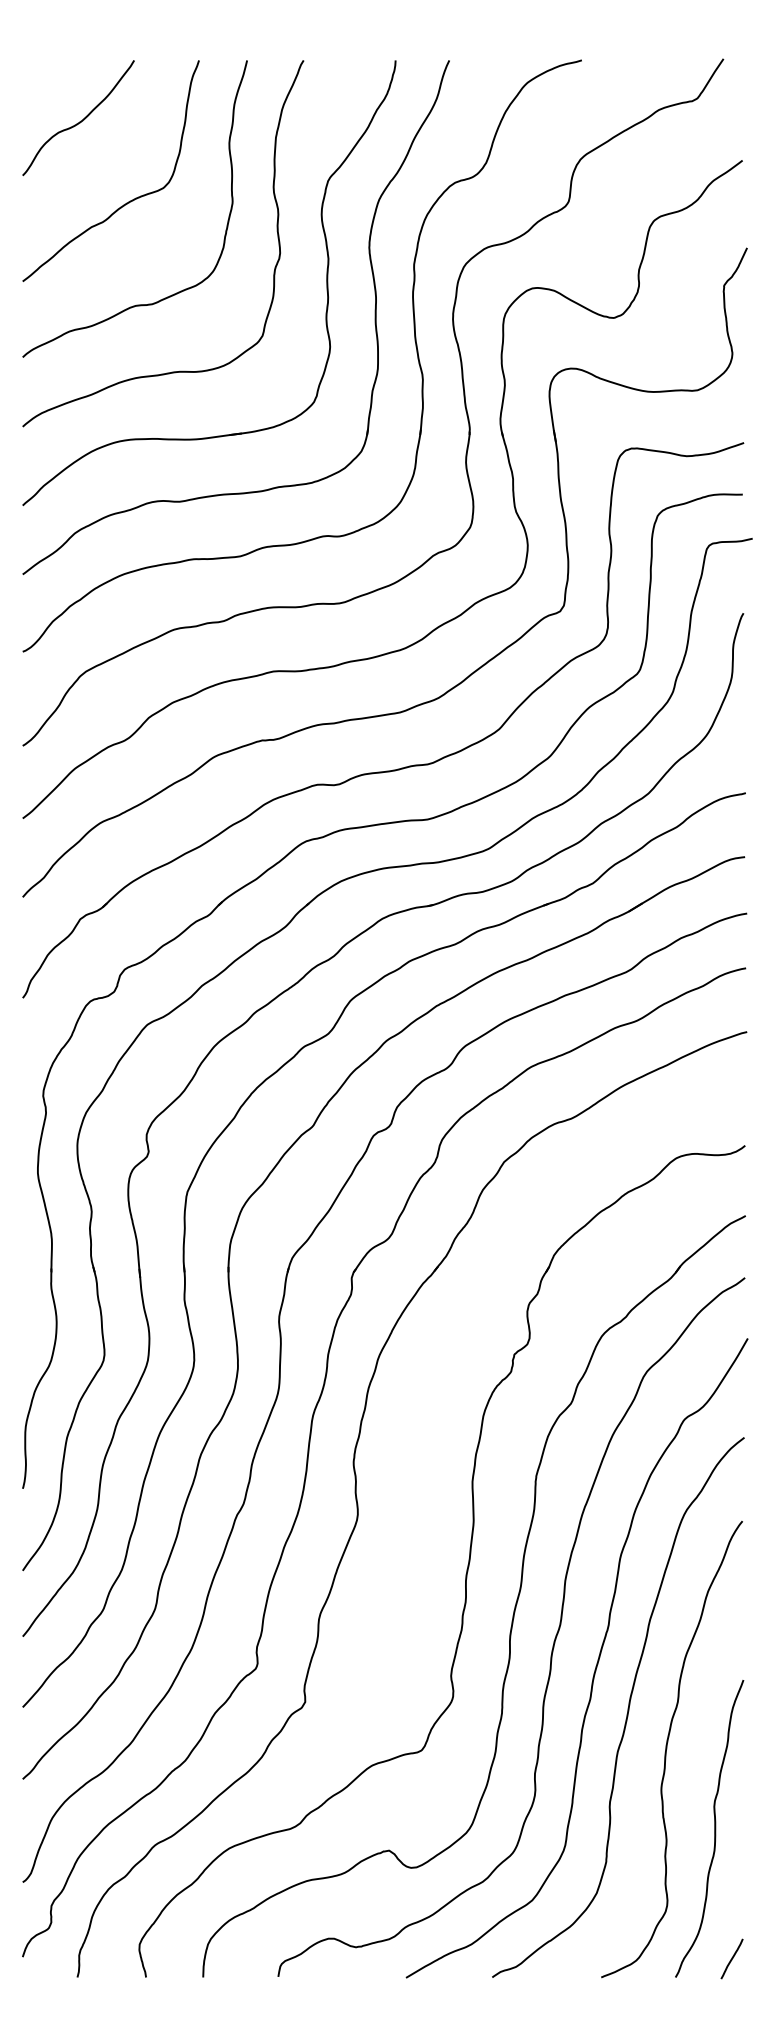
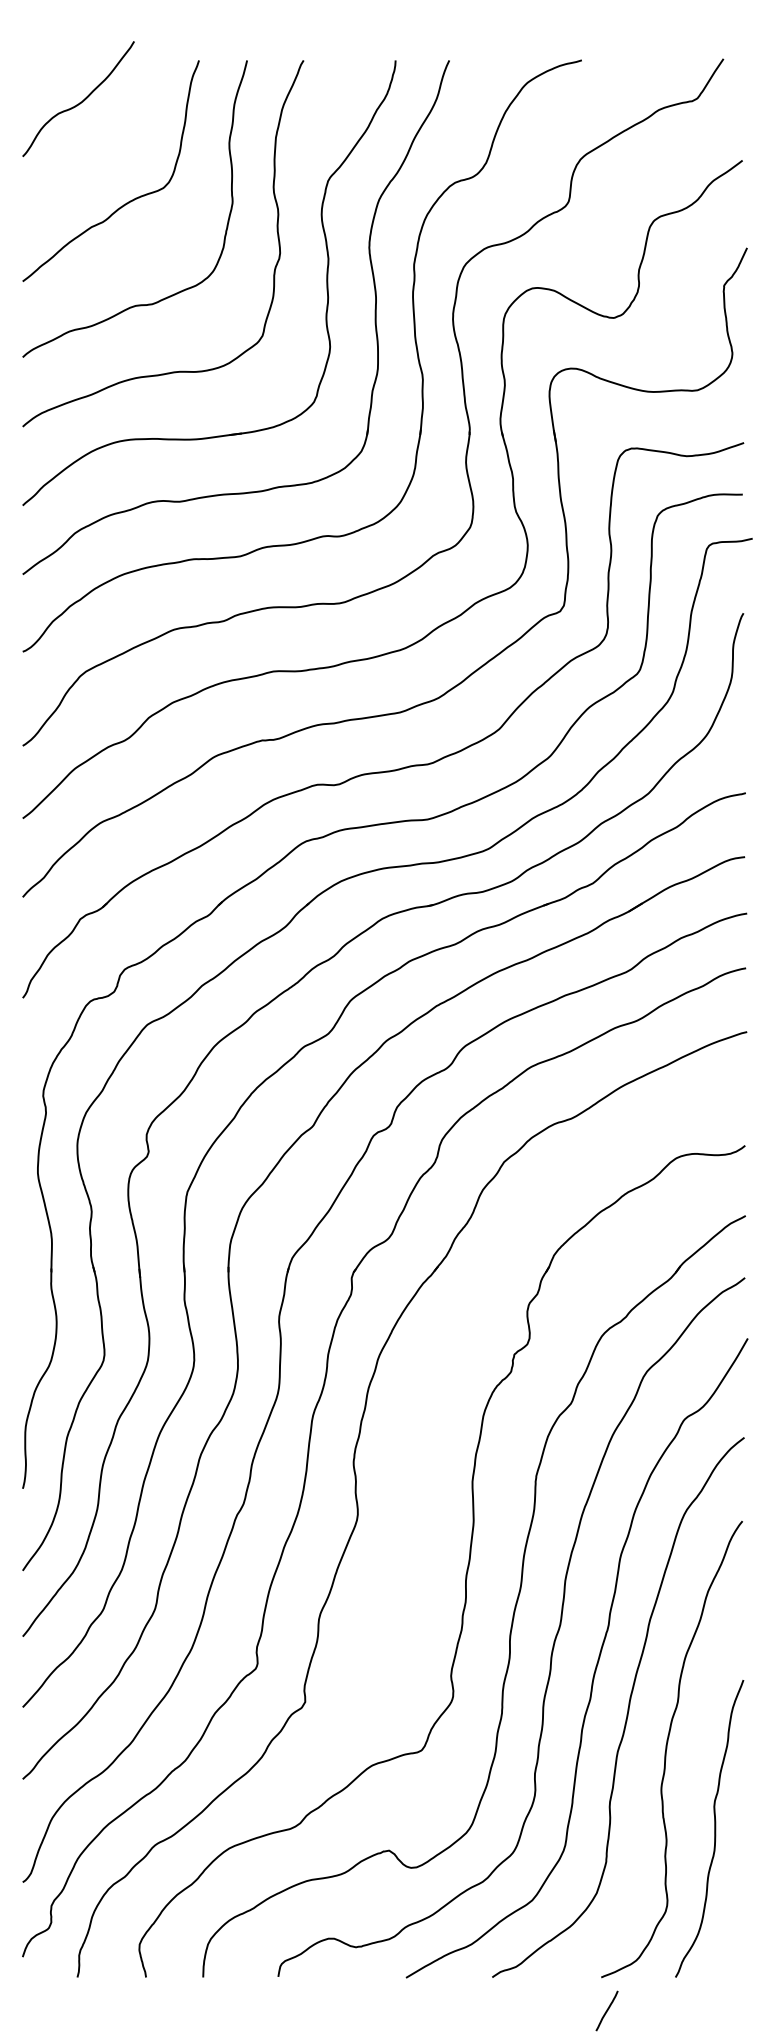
curve at (79, 121) position: (79, 121) -> (79, 102)
line at (731, 1958) position: (731, 1958) -> (606, 2010)
